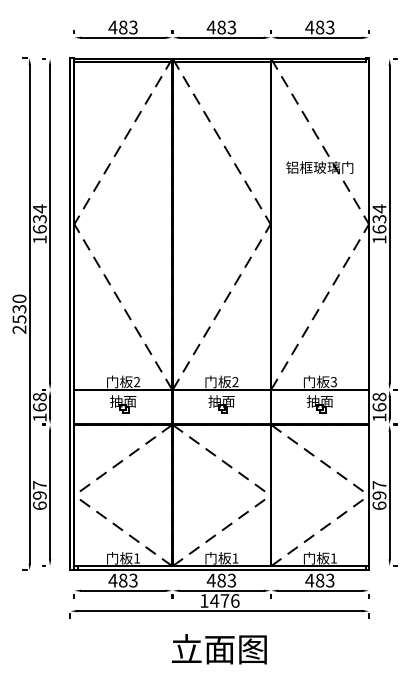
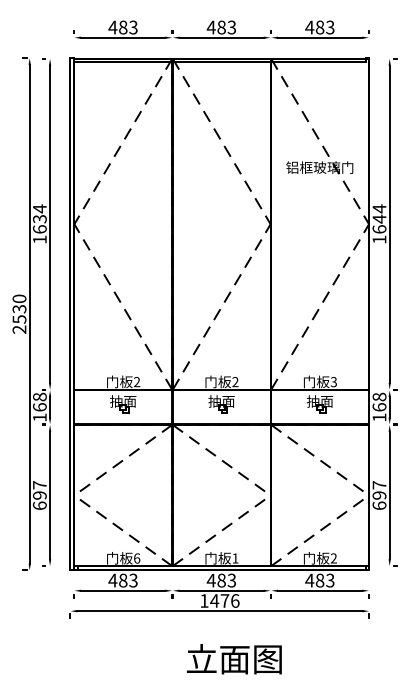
text at (379, 218): 1634 -> 1644
text at (137, 558): 1 -> 6
text at (333, 558): 1 -> 2
text at (219, 649) position: (219, 649) -> (234, 659)
